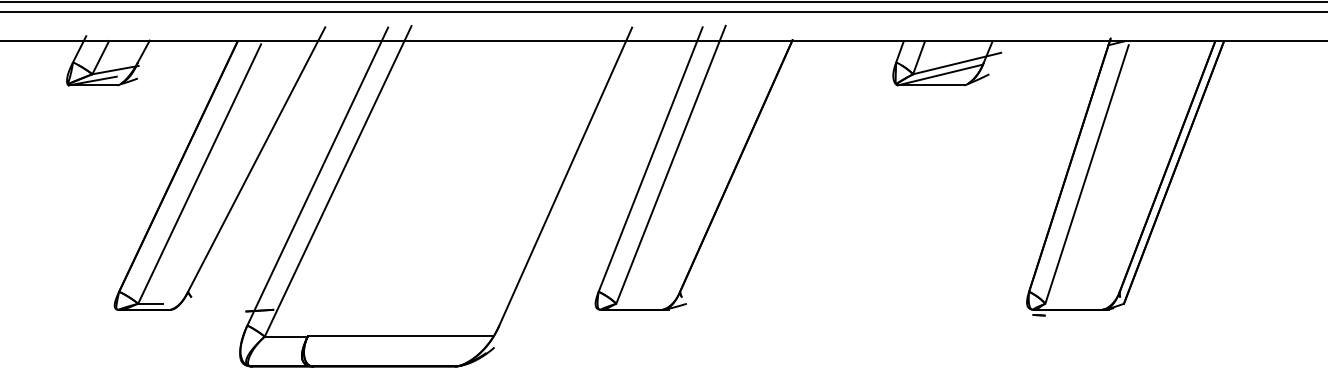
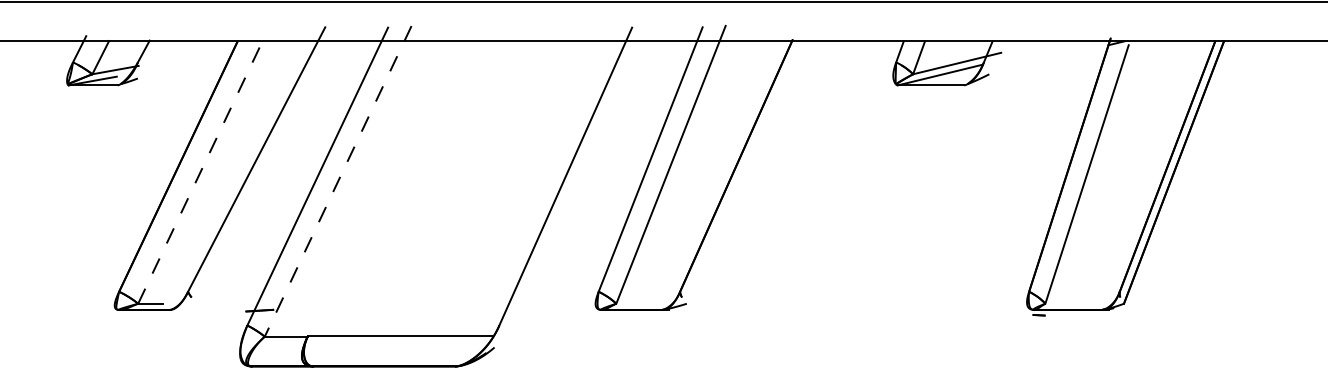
line at (663, 11): present -> none
line at (199, 174): solid -> dashed
line at (338, 181): solid -> dashed
